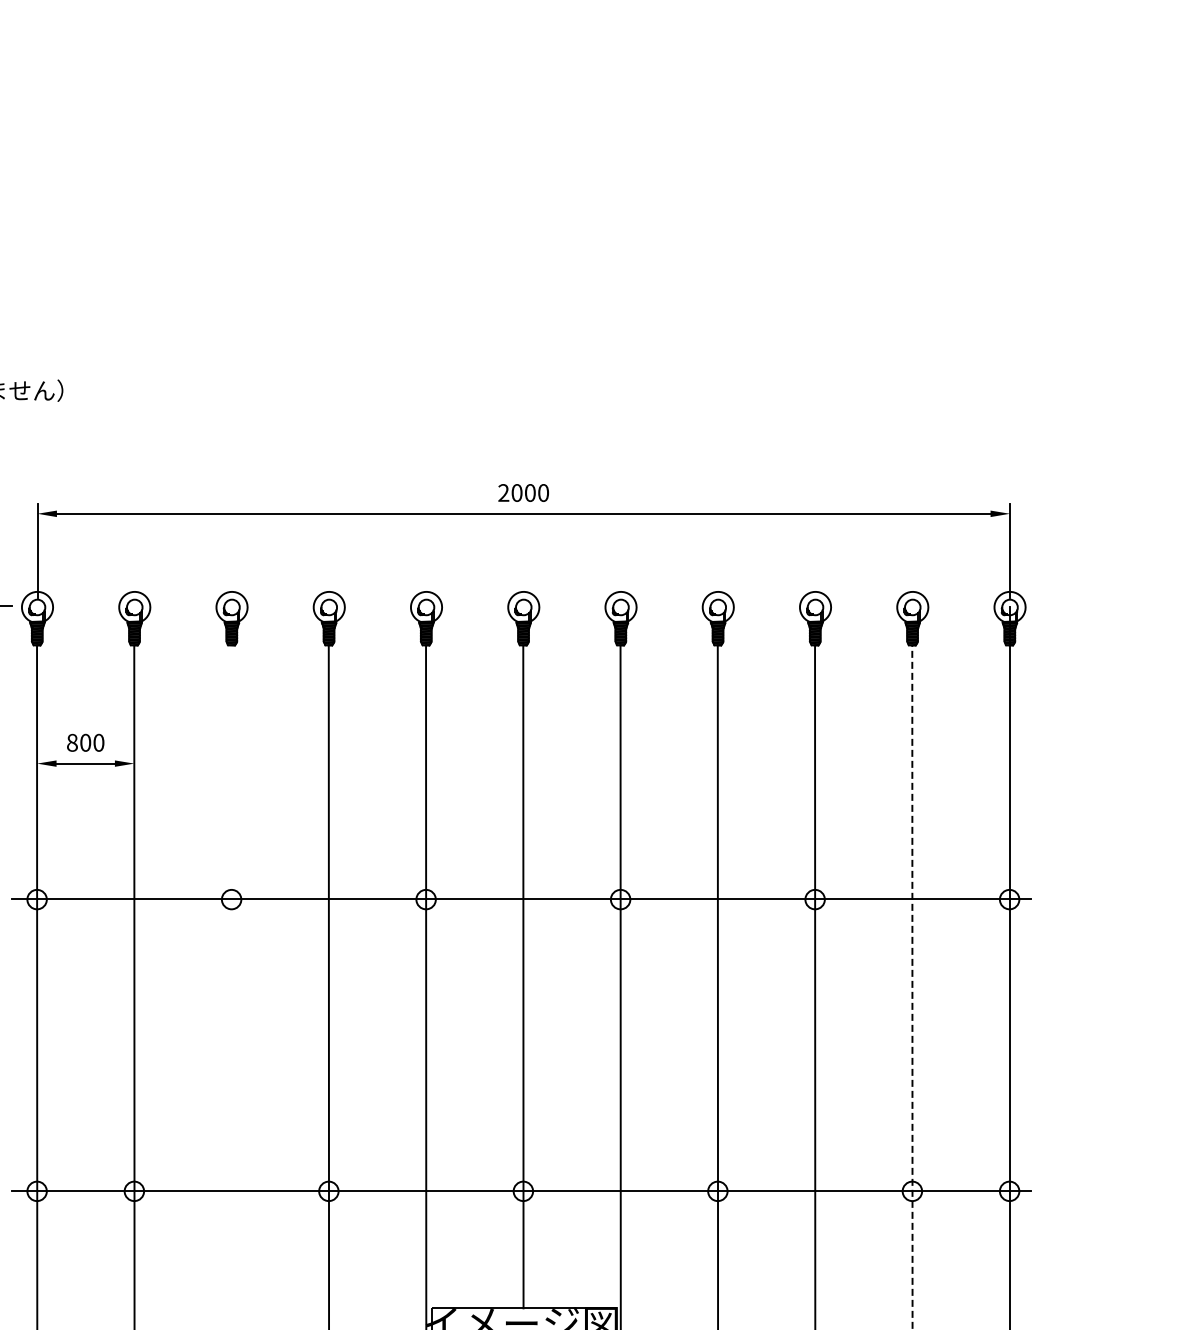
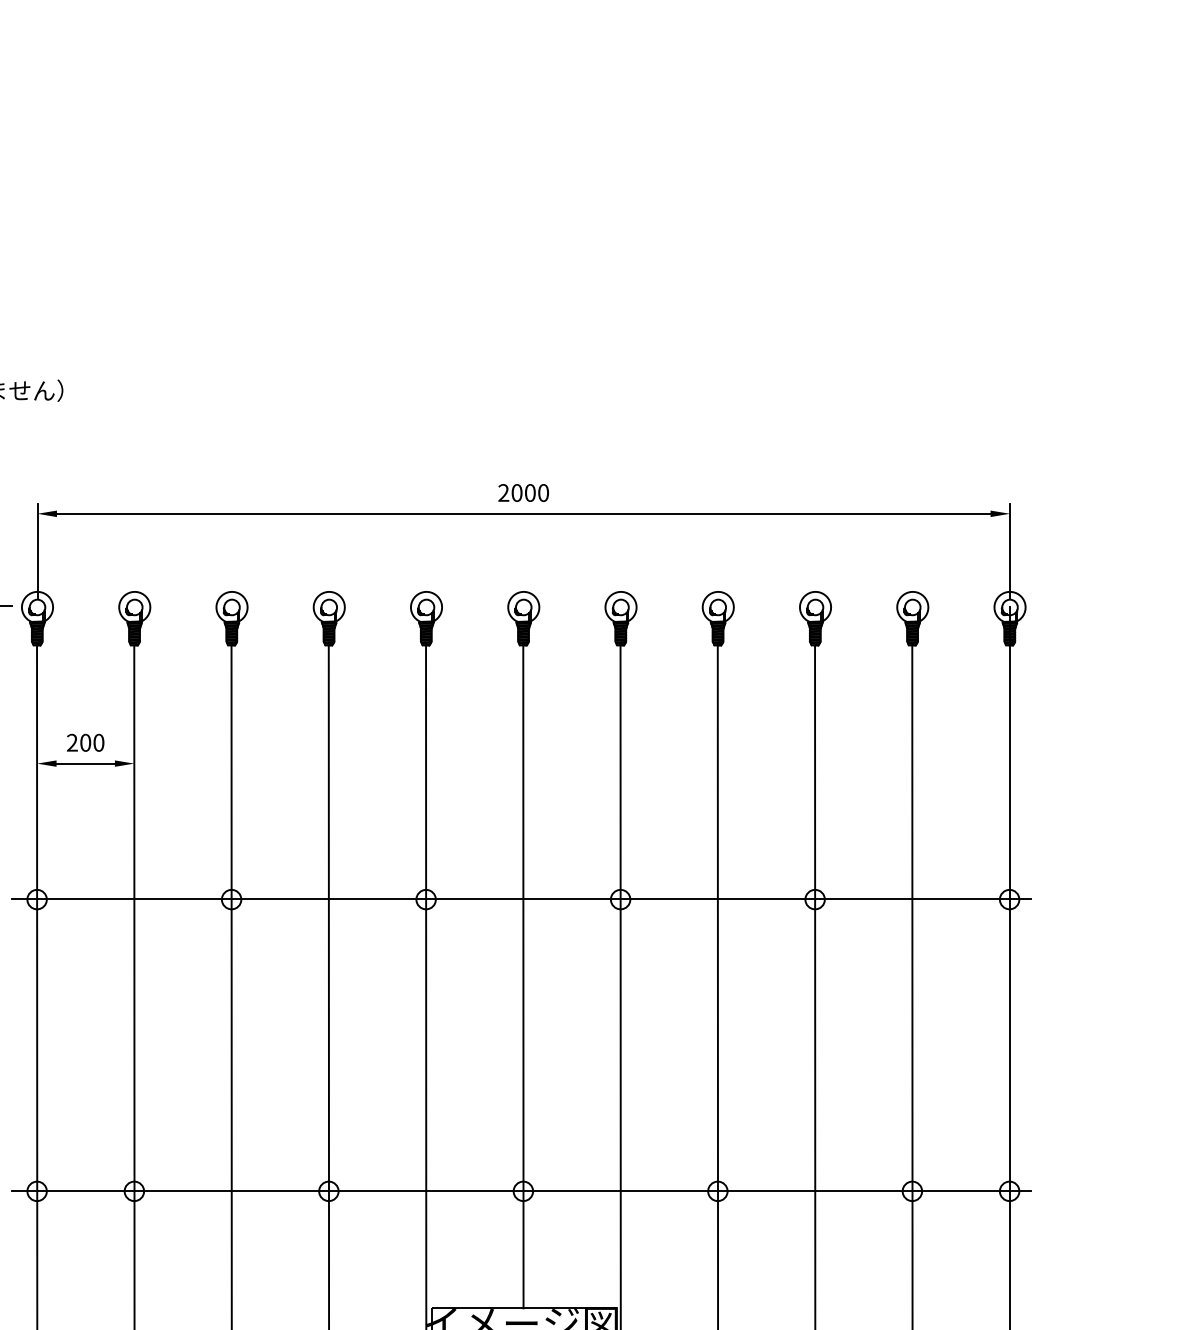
text at (72, 742): 800 -> 200
line at (231, 985): none -> present
line at (912, 987): dashed -> solid
